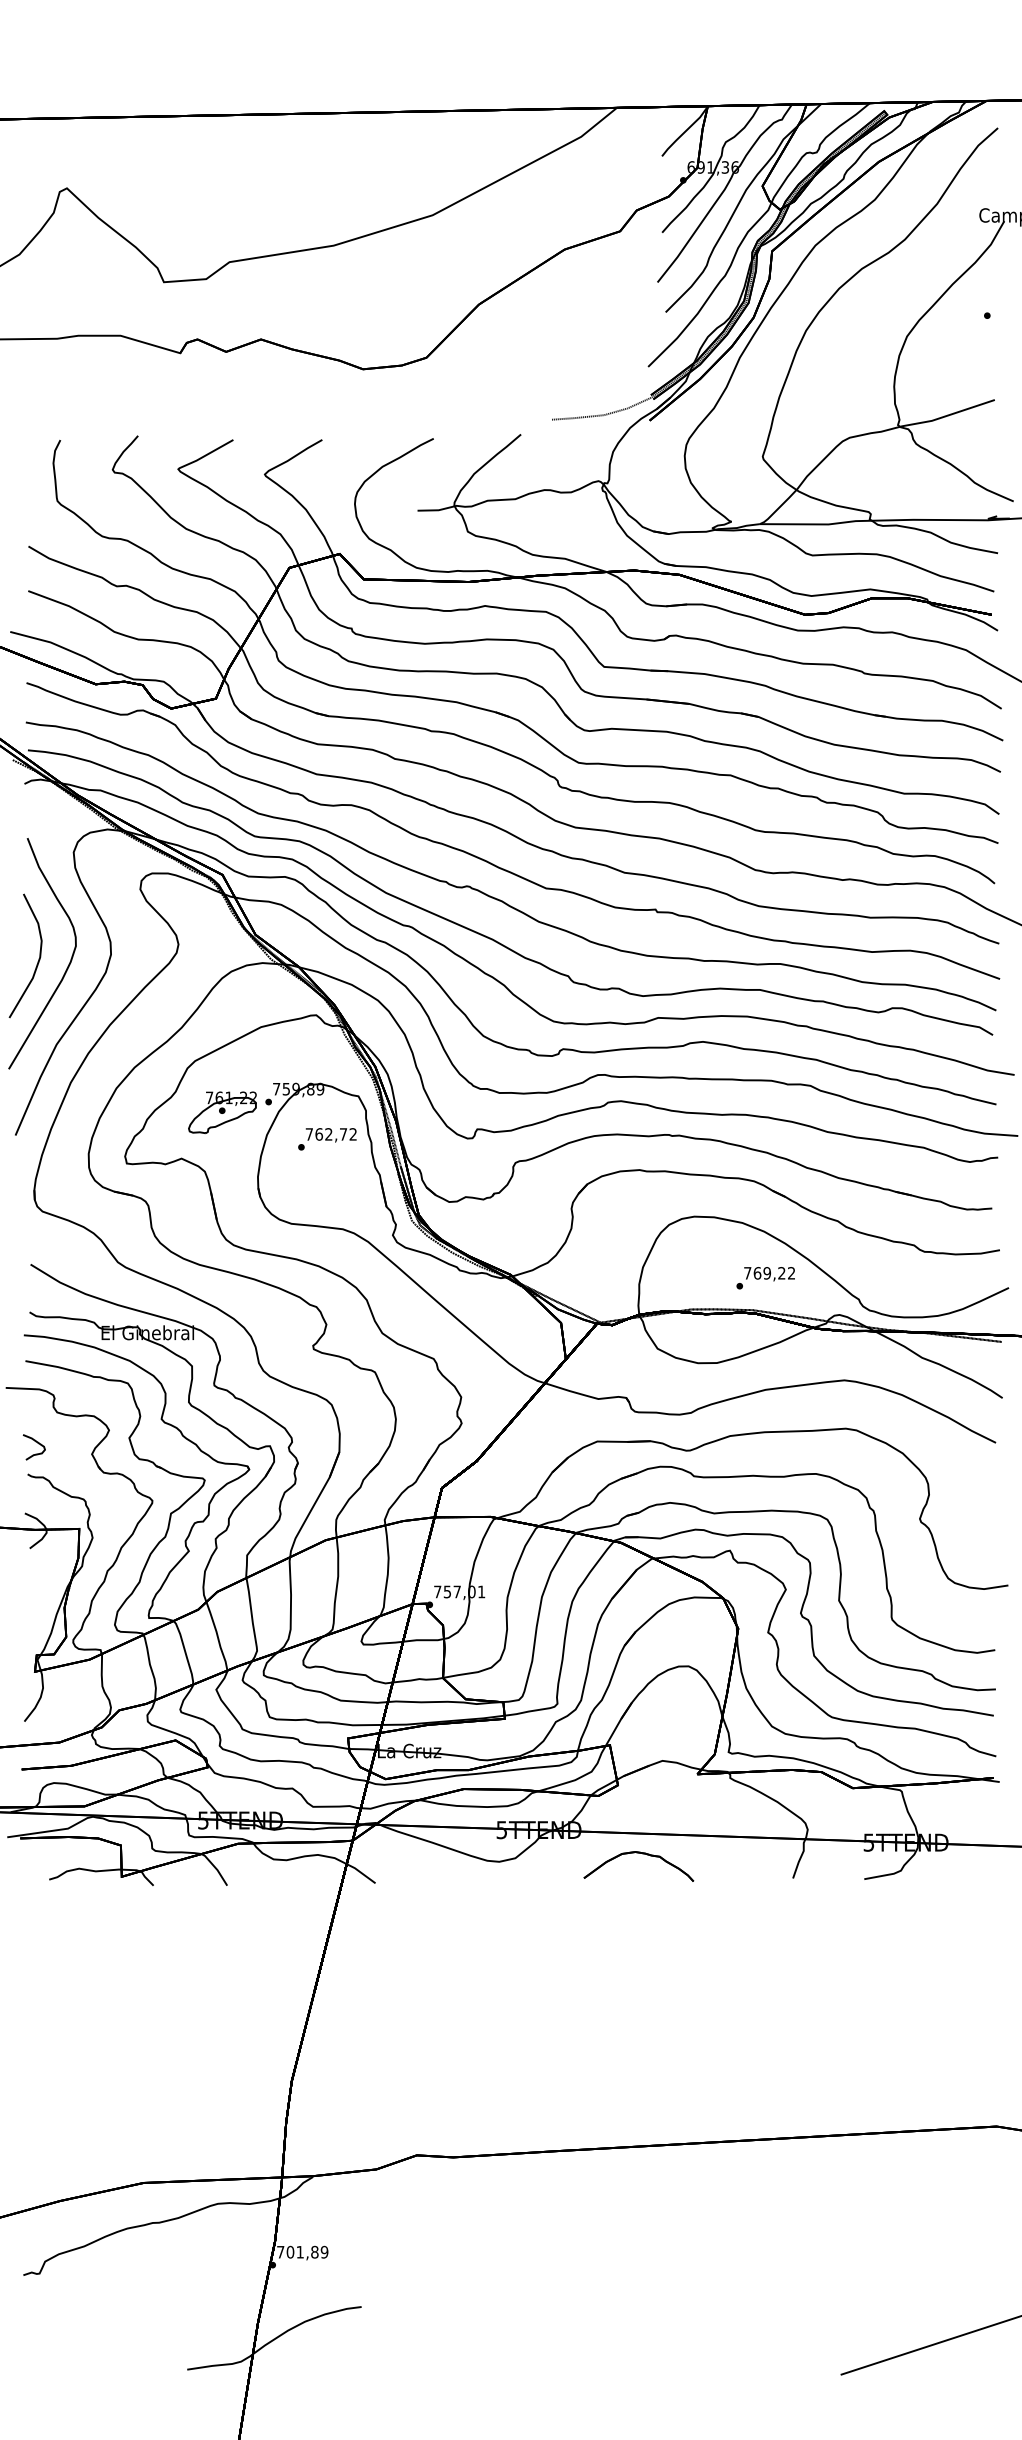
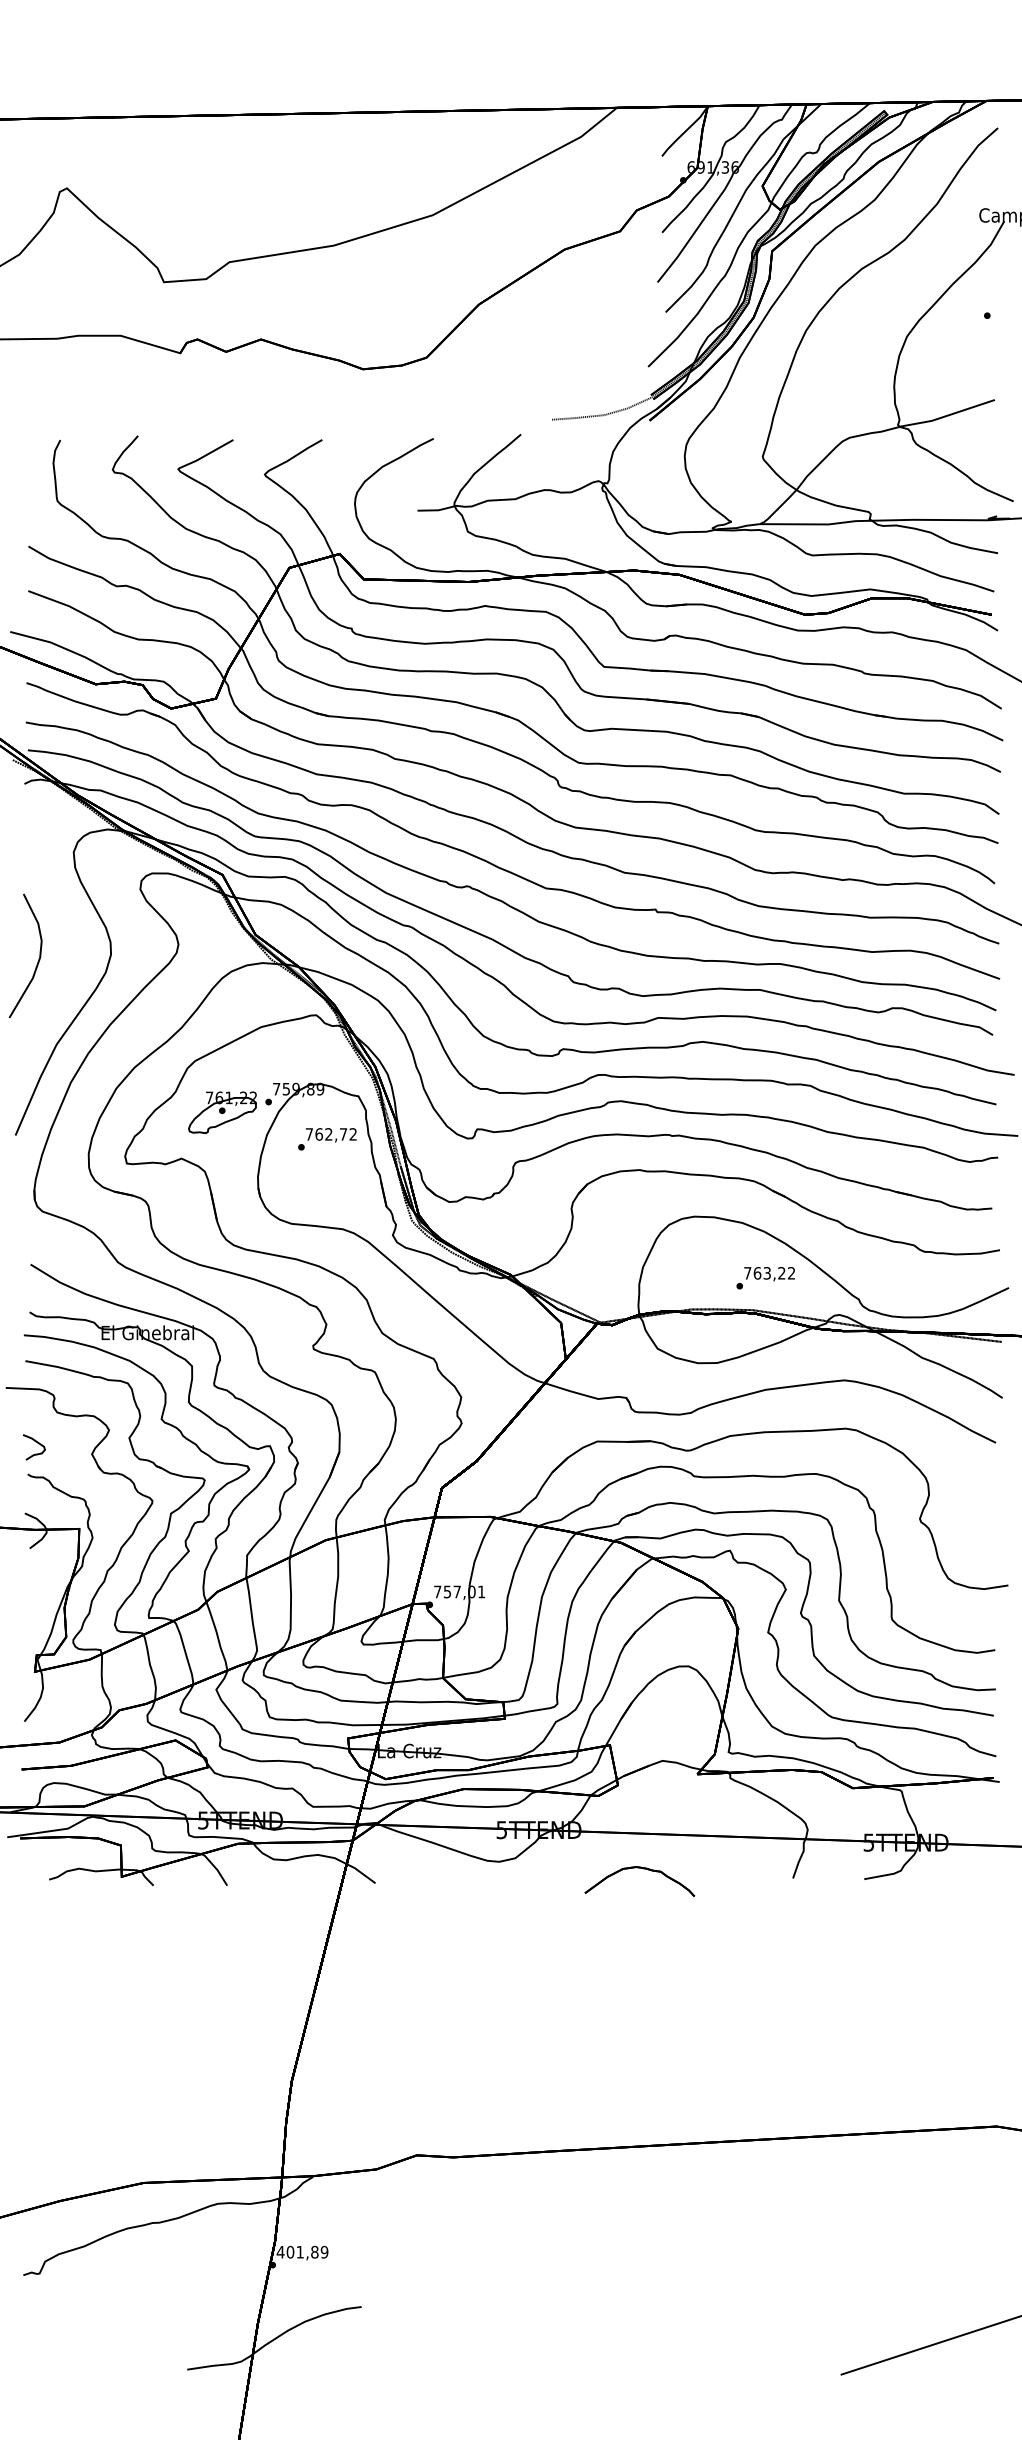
curve at (69, 961): present -> none
text at (766, 1273): 769,22 -> 763,22
part at (642, 1854) position: (642, 1854) -> (643, 1869)
text at (280, 2252): 701,89 -> 401,89
